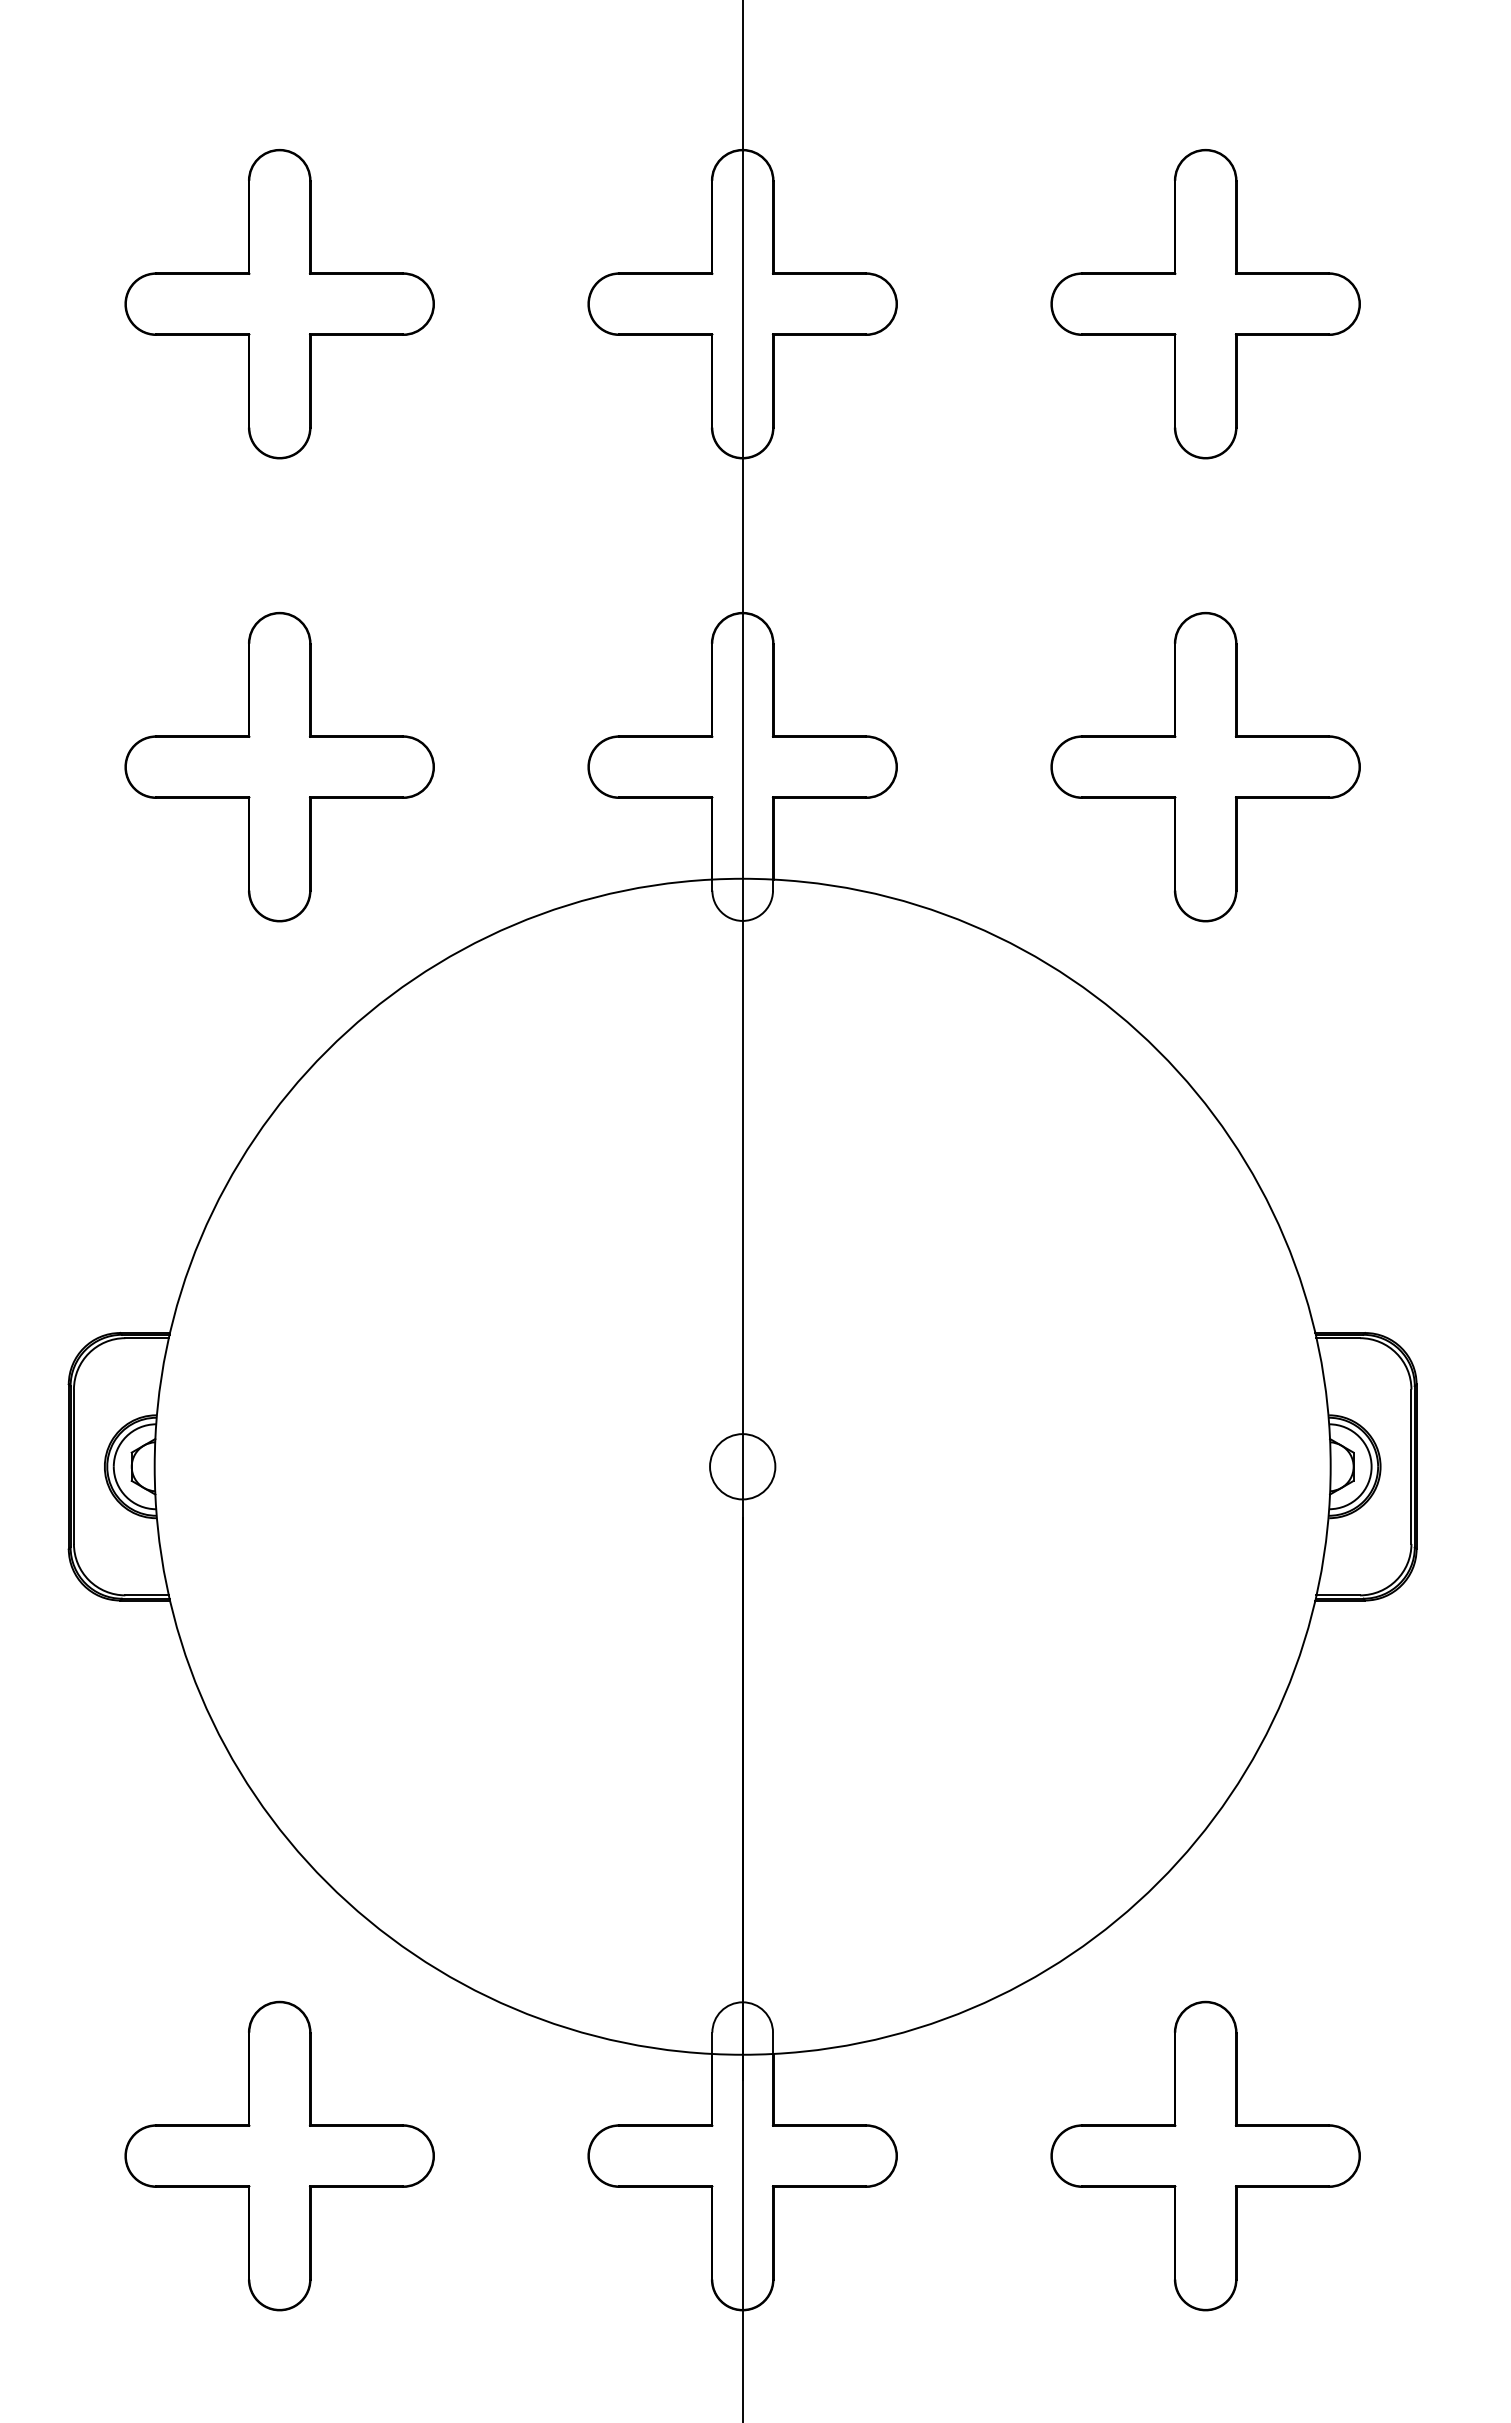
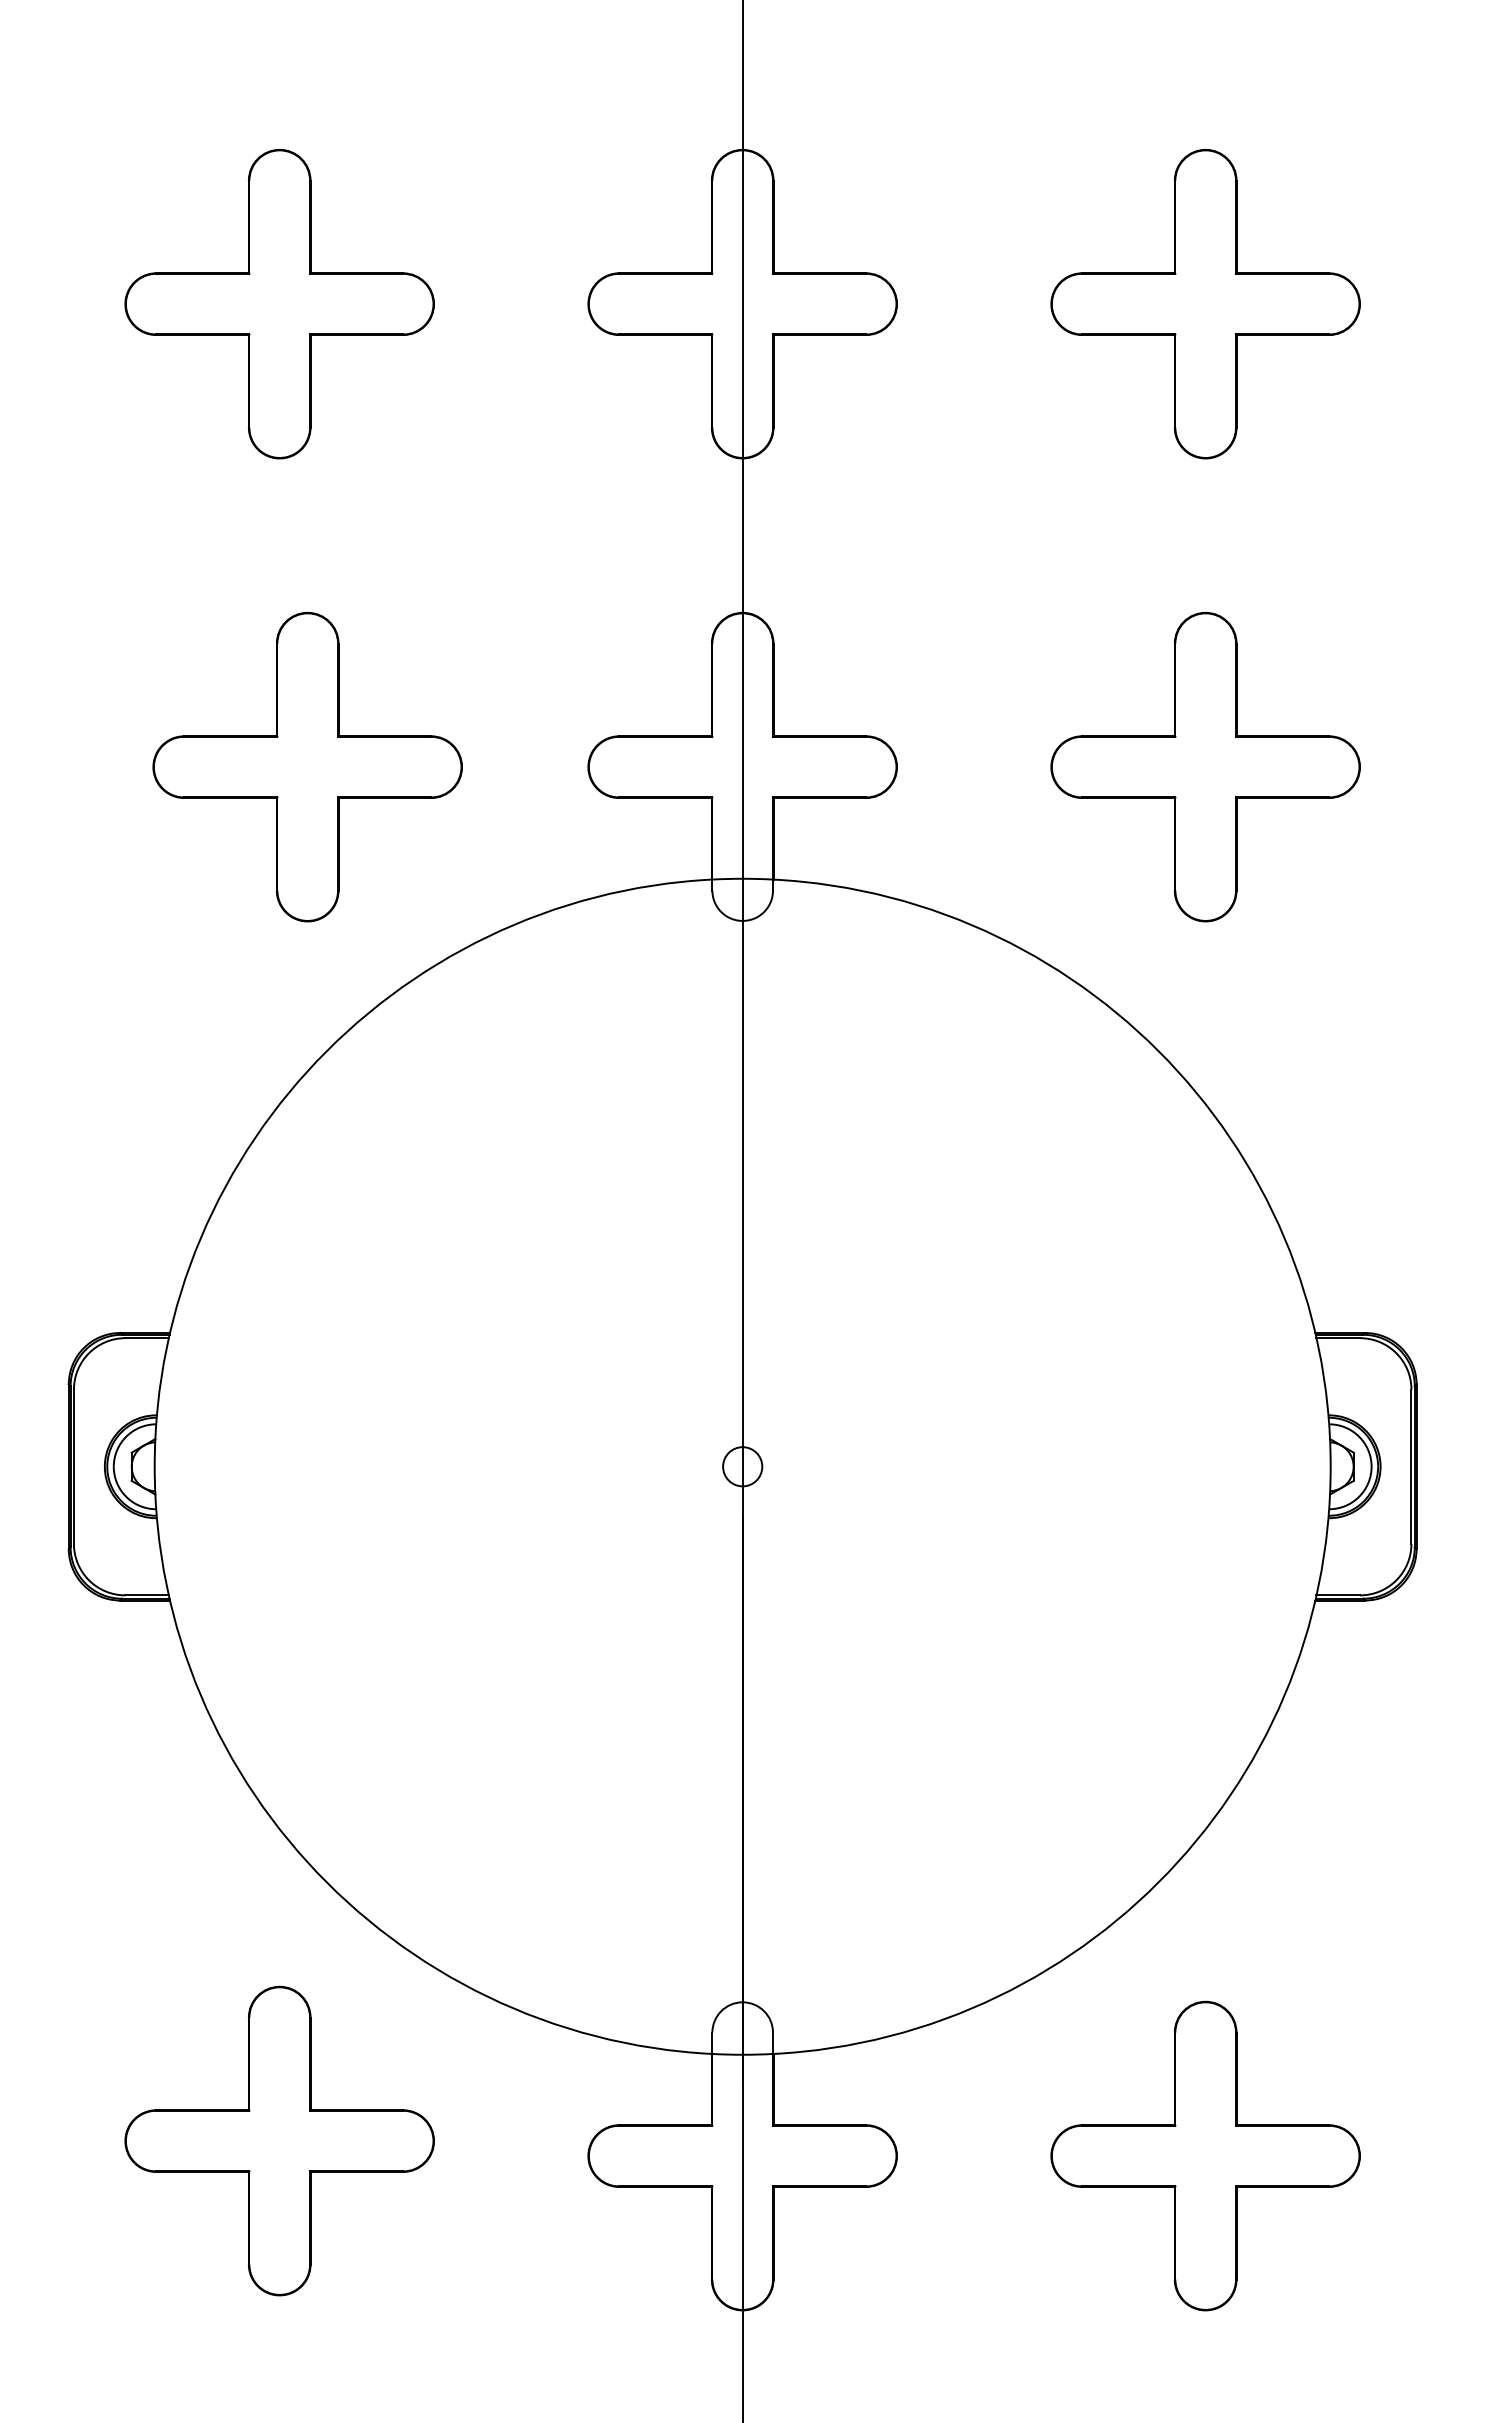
part at (279, 766) position: (279, 766) -> (307, 766)
circle at (742, 1466) diameter: 65 px -> 39 px
part at (279, 2155) position: (279, 2155) -> (279, 2140)
